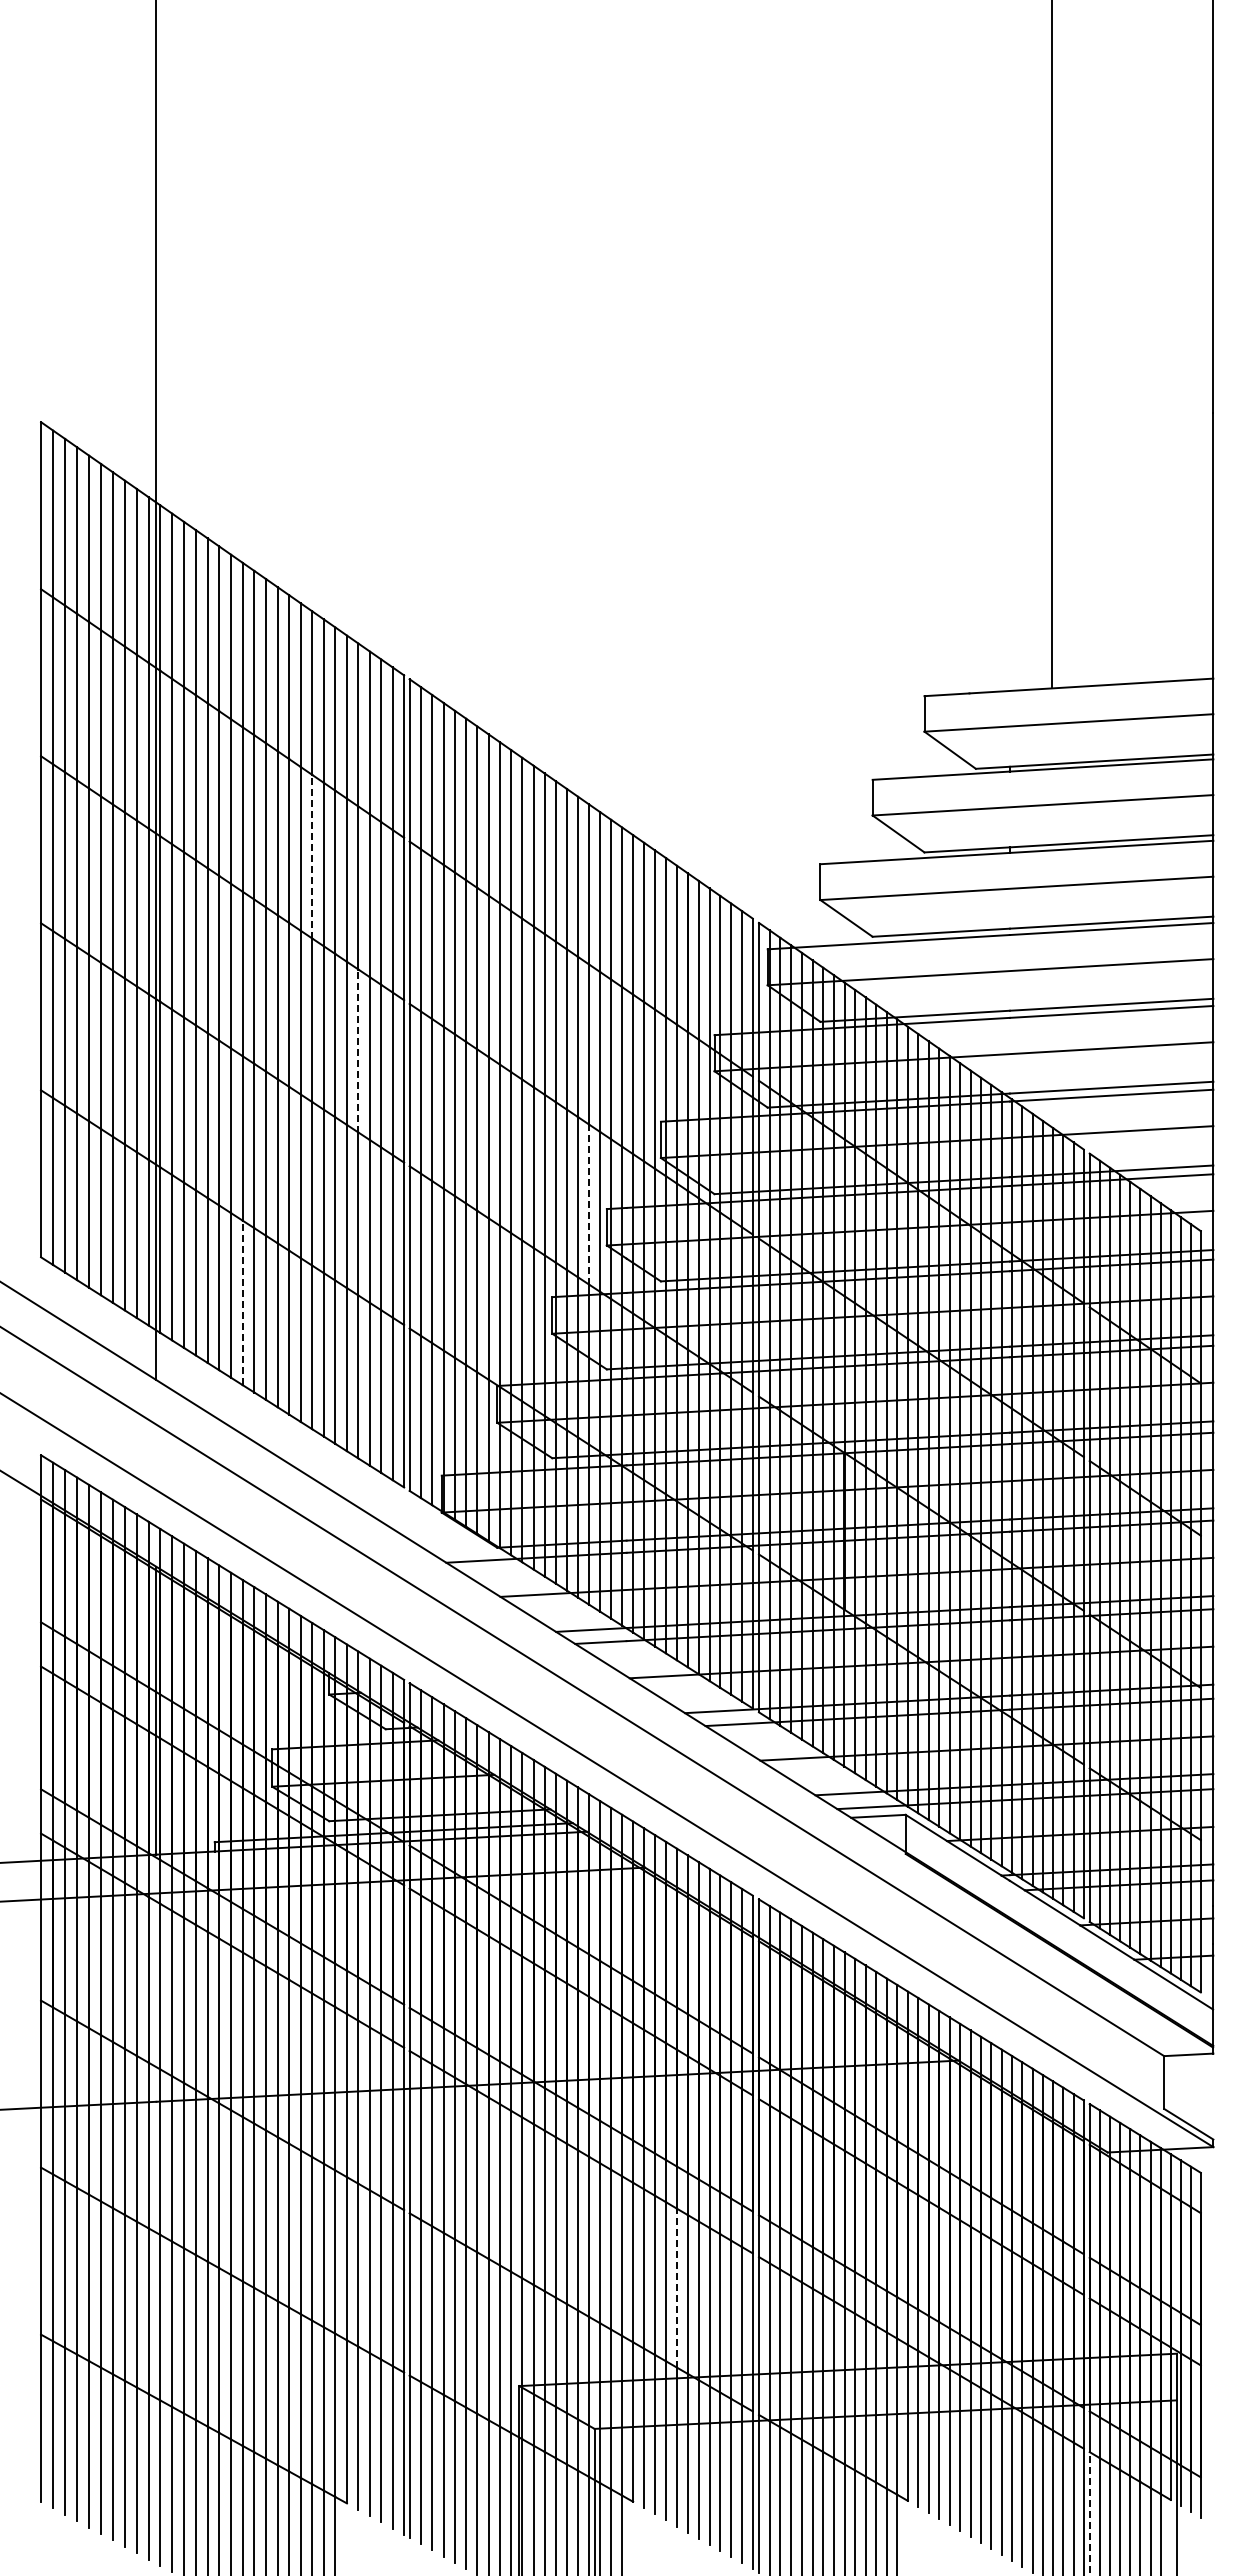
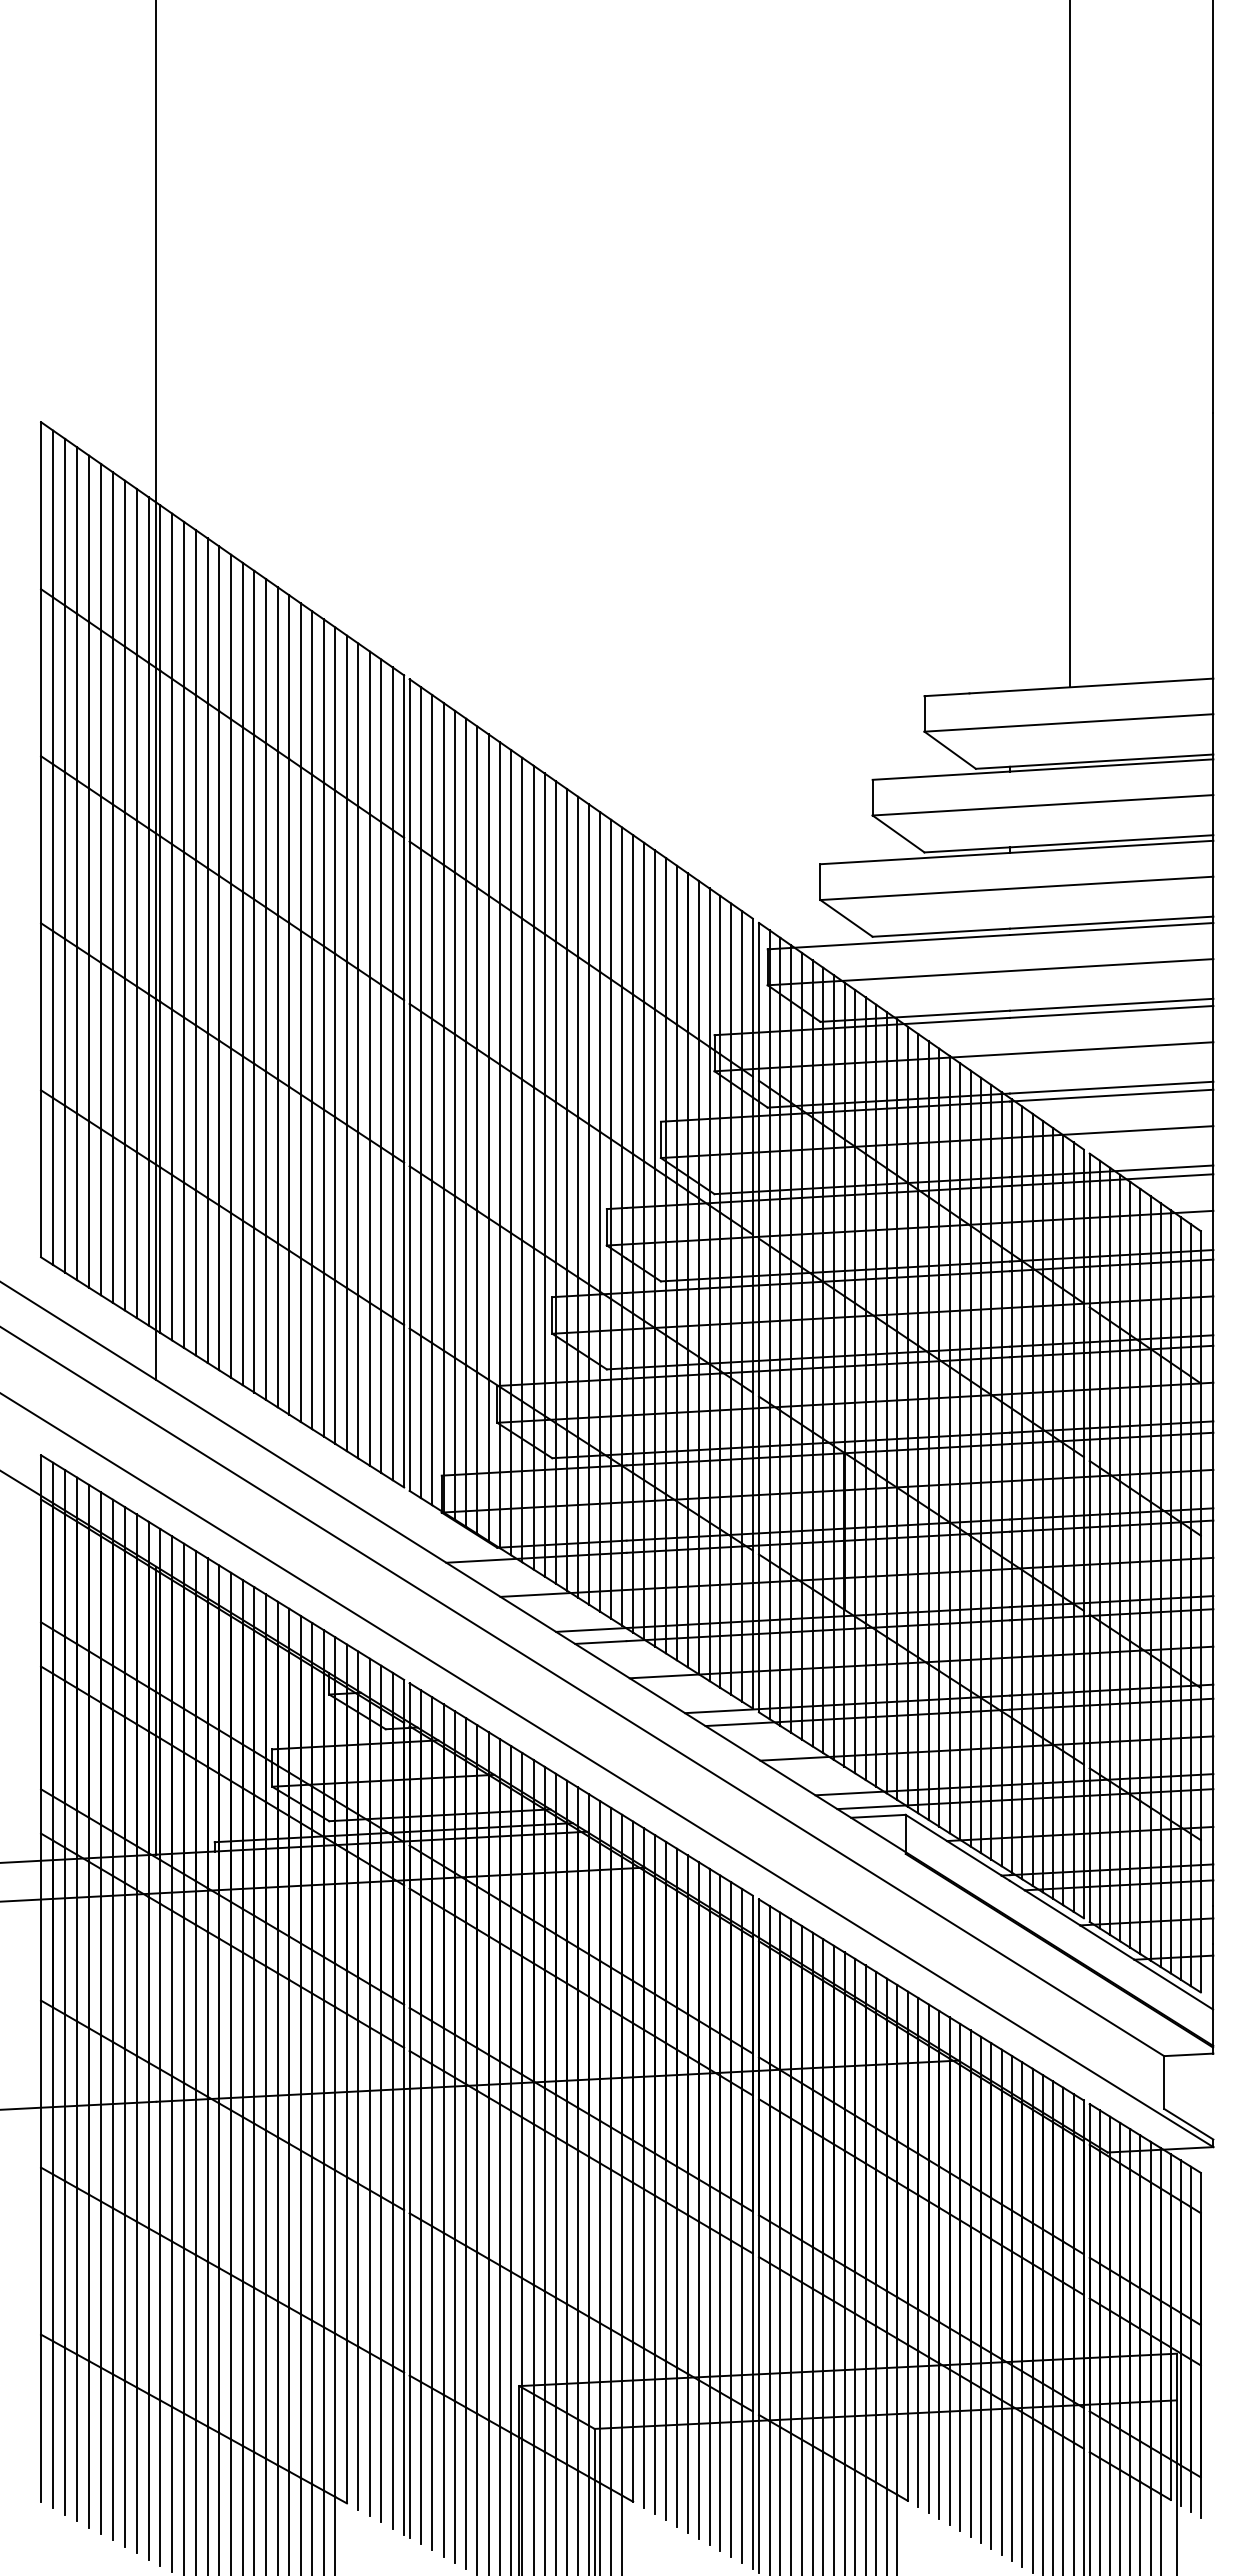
line at (1052, 344) position: (1052, 344) -> (1070, 344)
line at (312, 856): dashed -> solid
line at (358, 1051): dashed -> solid
line at (589, 1204): dashed -> solid
line at (242, 1302): dashed -> solid
line at (676, 2287): dashed -> solid
line at (1089, 2514): dashed -> solid
